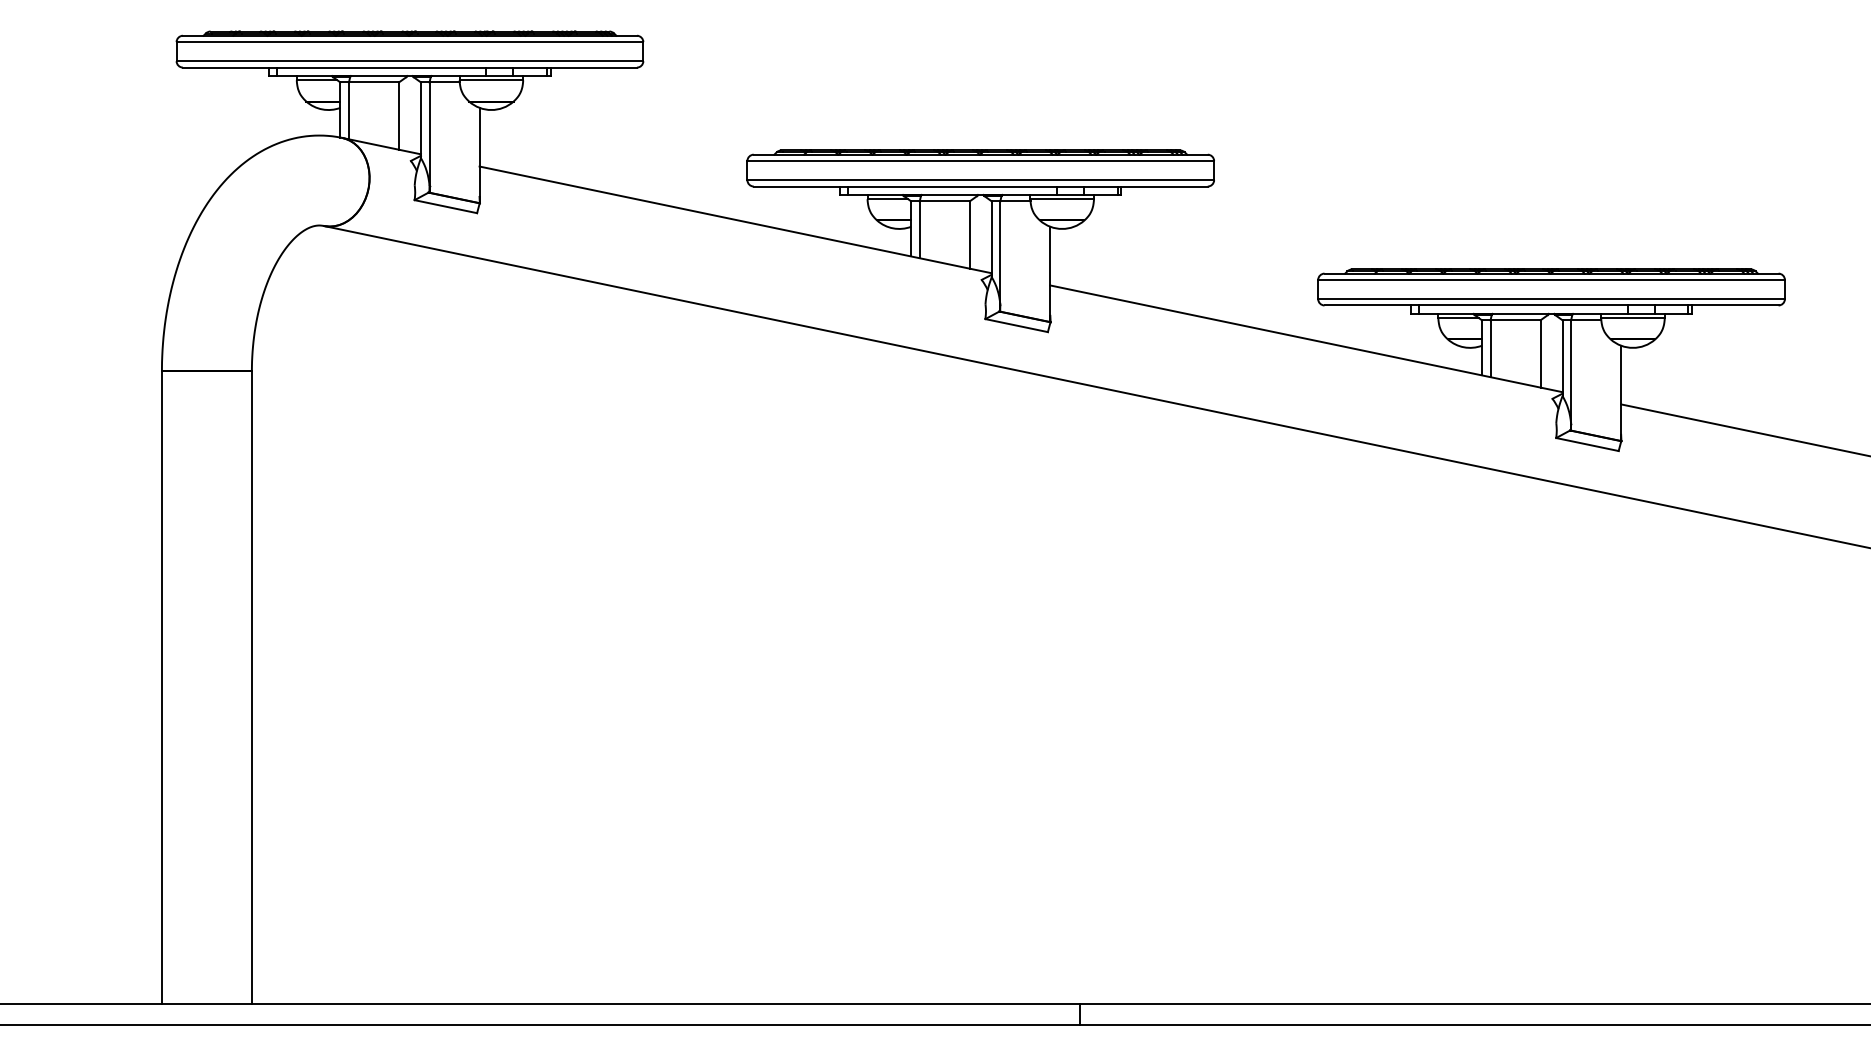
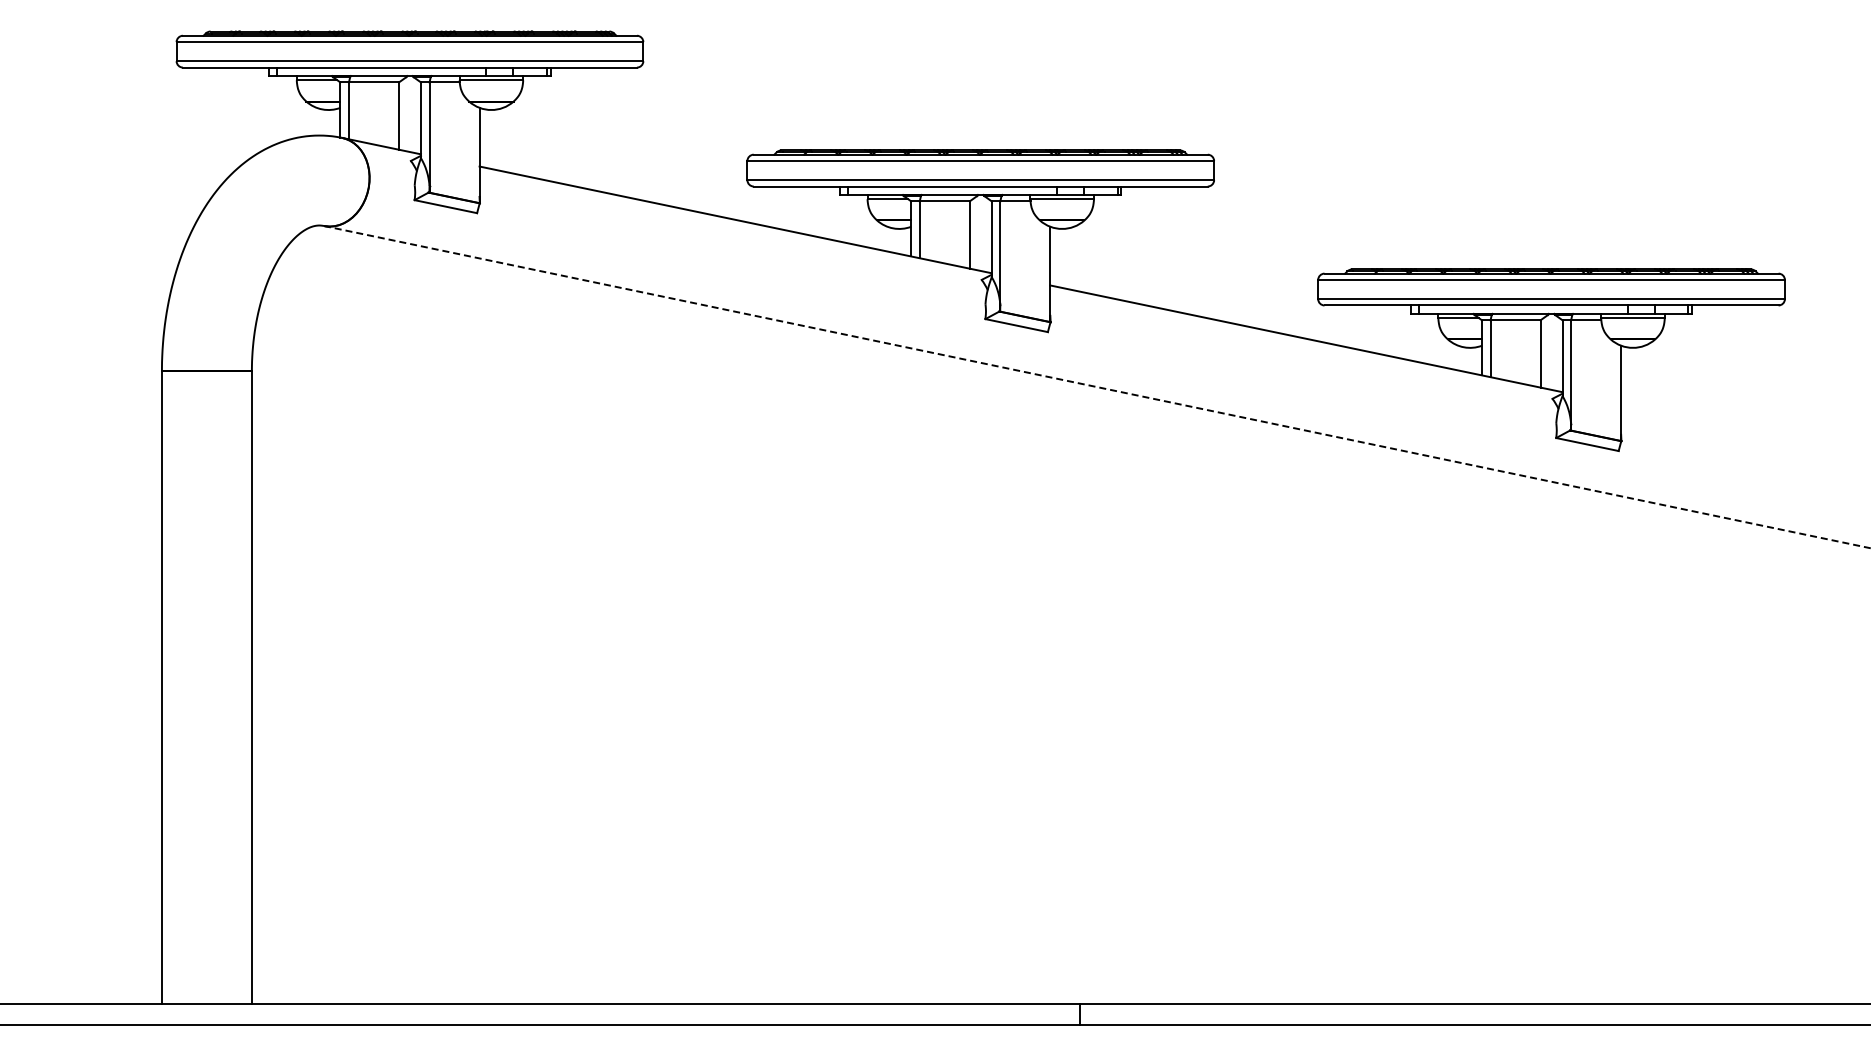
line at (1097, 387): solid -> dashed
line at (1744, 429): present -> none
